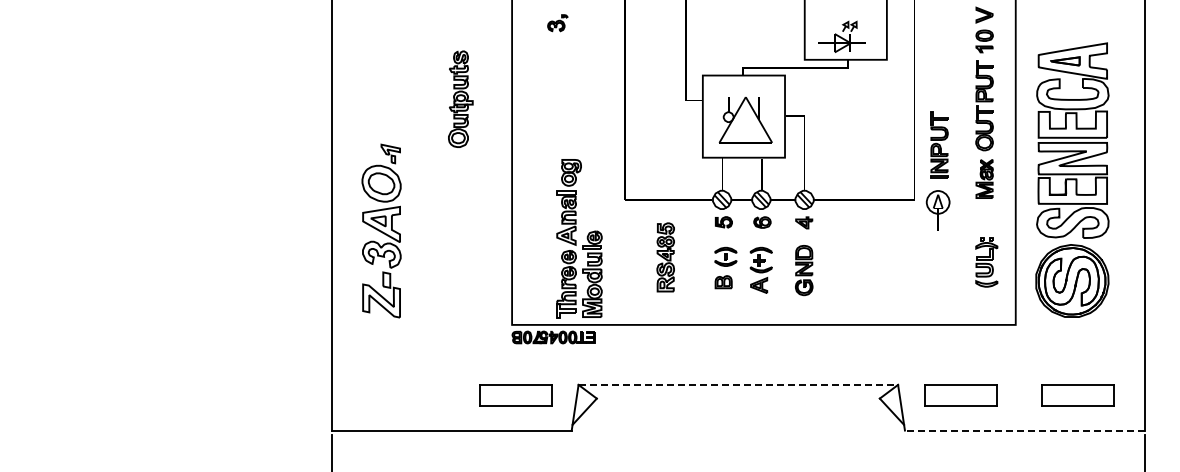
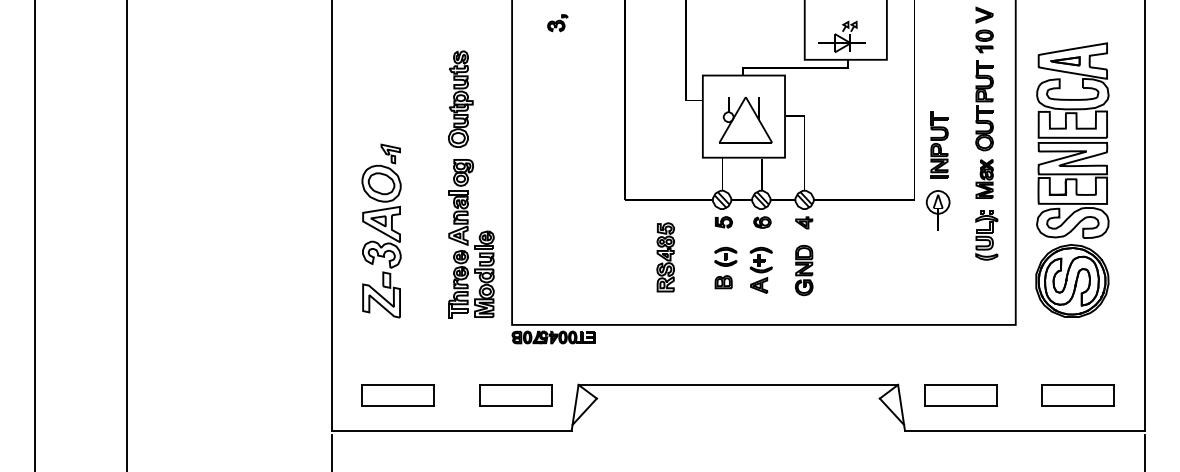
line at (35, 235): none -> present
line at (126, 235): none -> present
part at (579, 238) position: (579, 238) -> (471, 238)
part at (986, 262) position: (986, 262) -> (986, 235)
line at (738, 384): dashed -> solid
part at (397, 395): none -> present
line at (1024, 430): dashed -> solid
